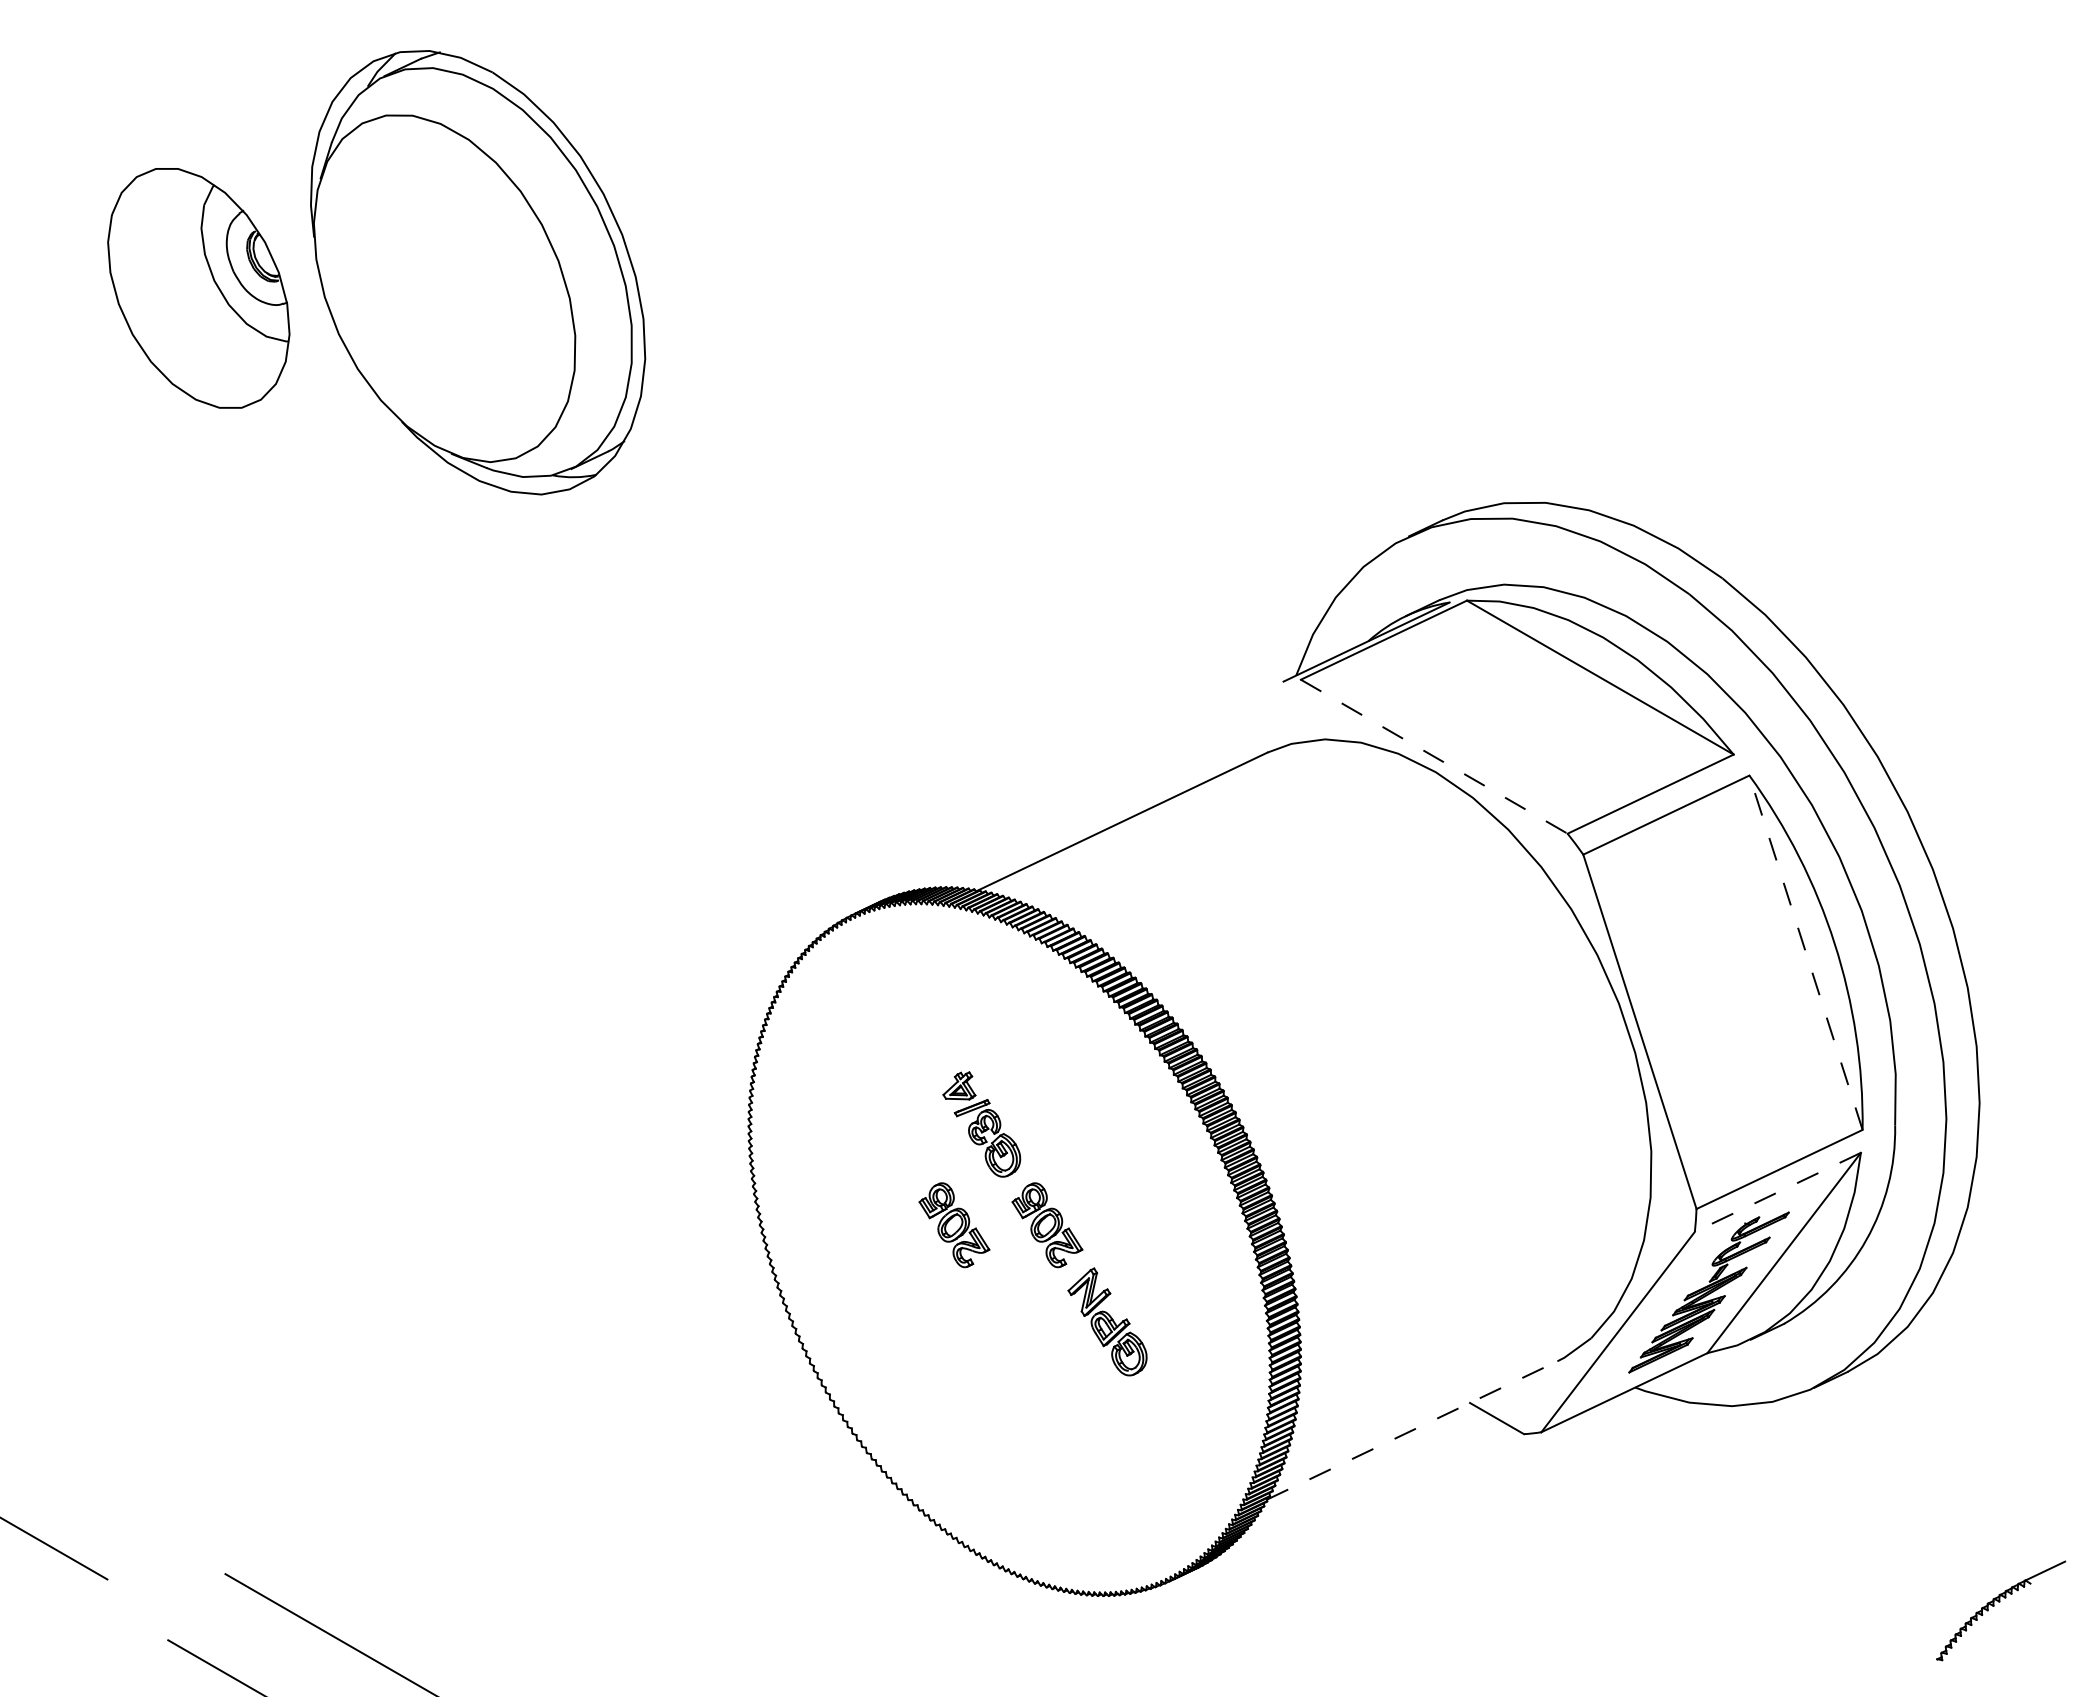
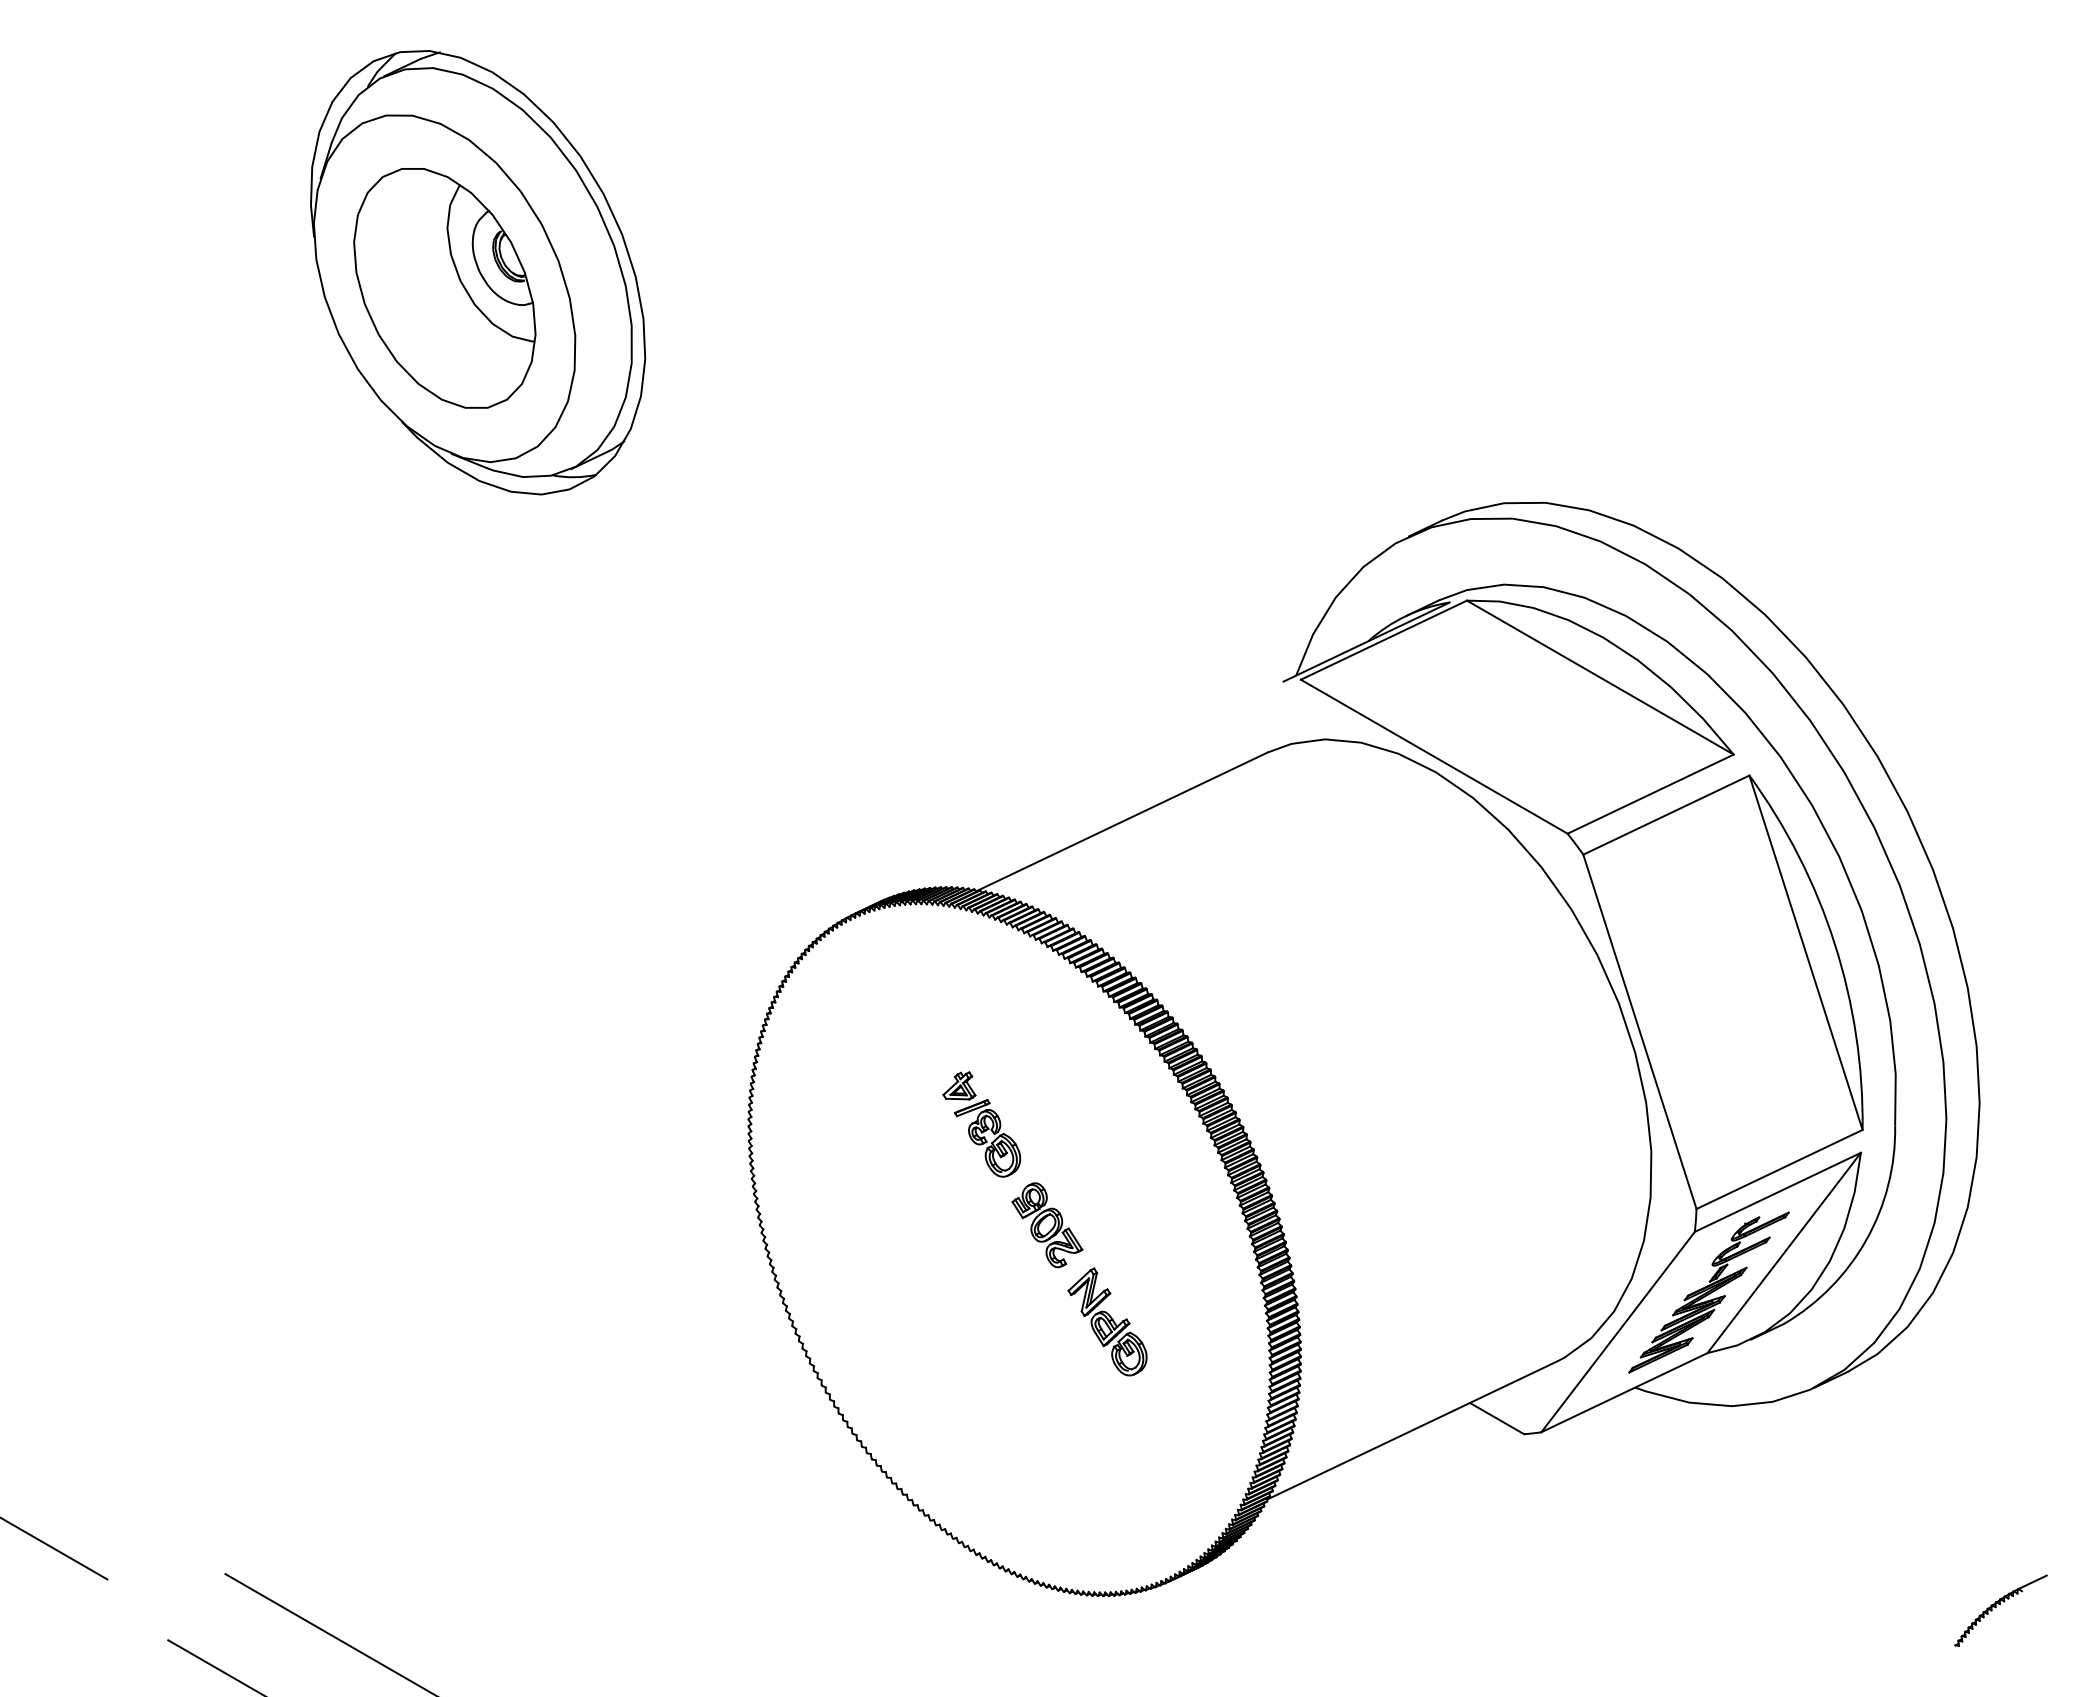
part at (198, 288) position: (198, 288) -> (444, 288)
line at (1434, 756): dashed -> solid
line at (1805, 952): dashed -> solid
line at (1777, 1192): dashed -> solid
part at (954, 1225): present -> none
line at (1412, 1430): dashed -> solid
part at (2001, 1610) size: 131x102 px -> 94x73 px
